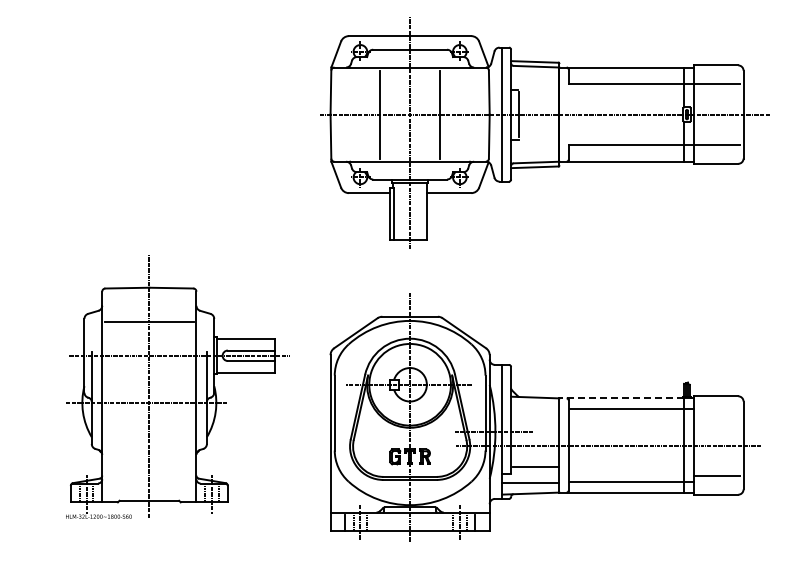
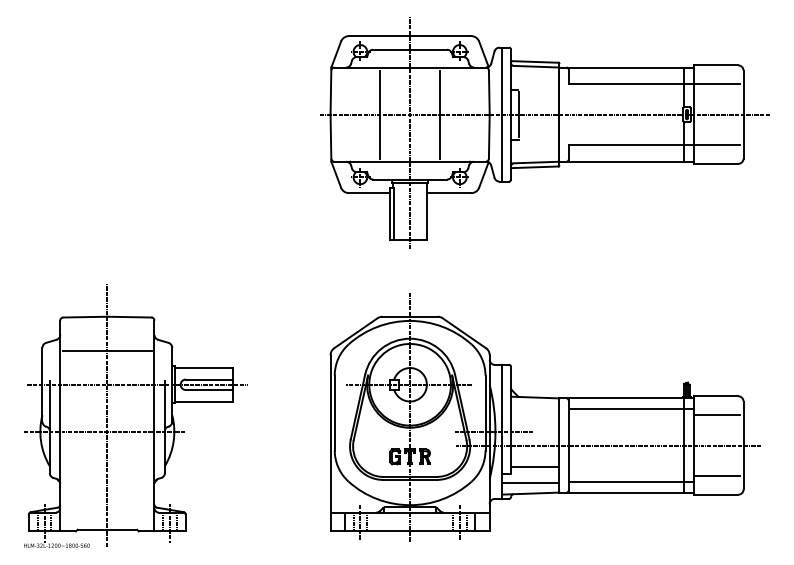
part at (177, 386) position: (177, 386) -> (135, 415)
line at (621, 398): dashed -> solid
line at (716, 415): none -> present
